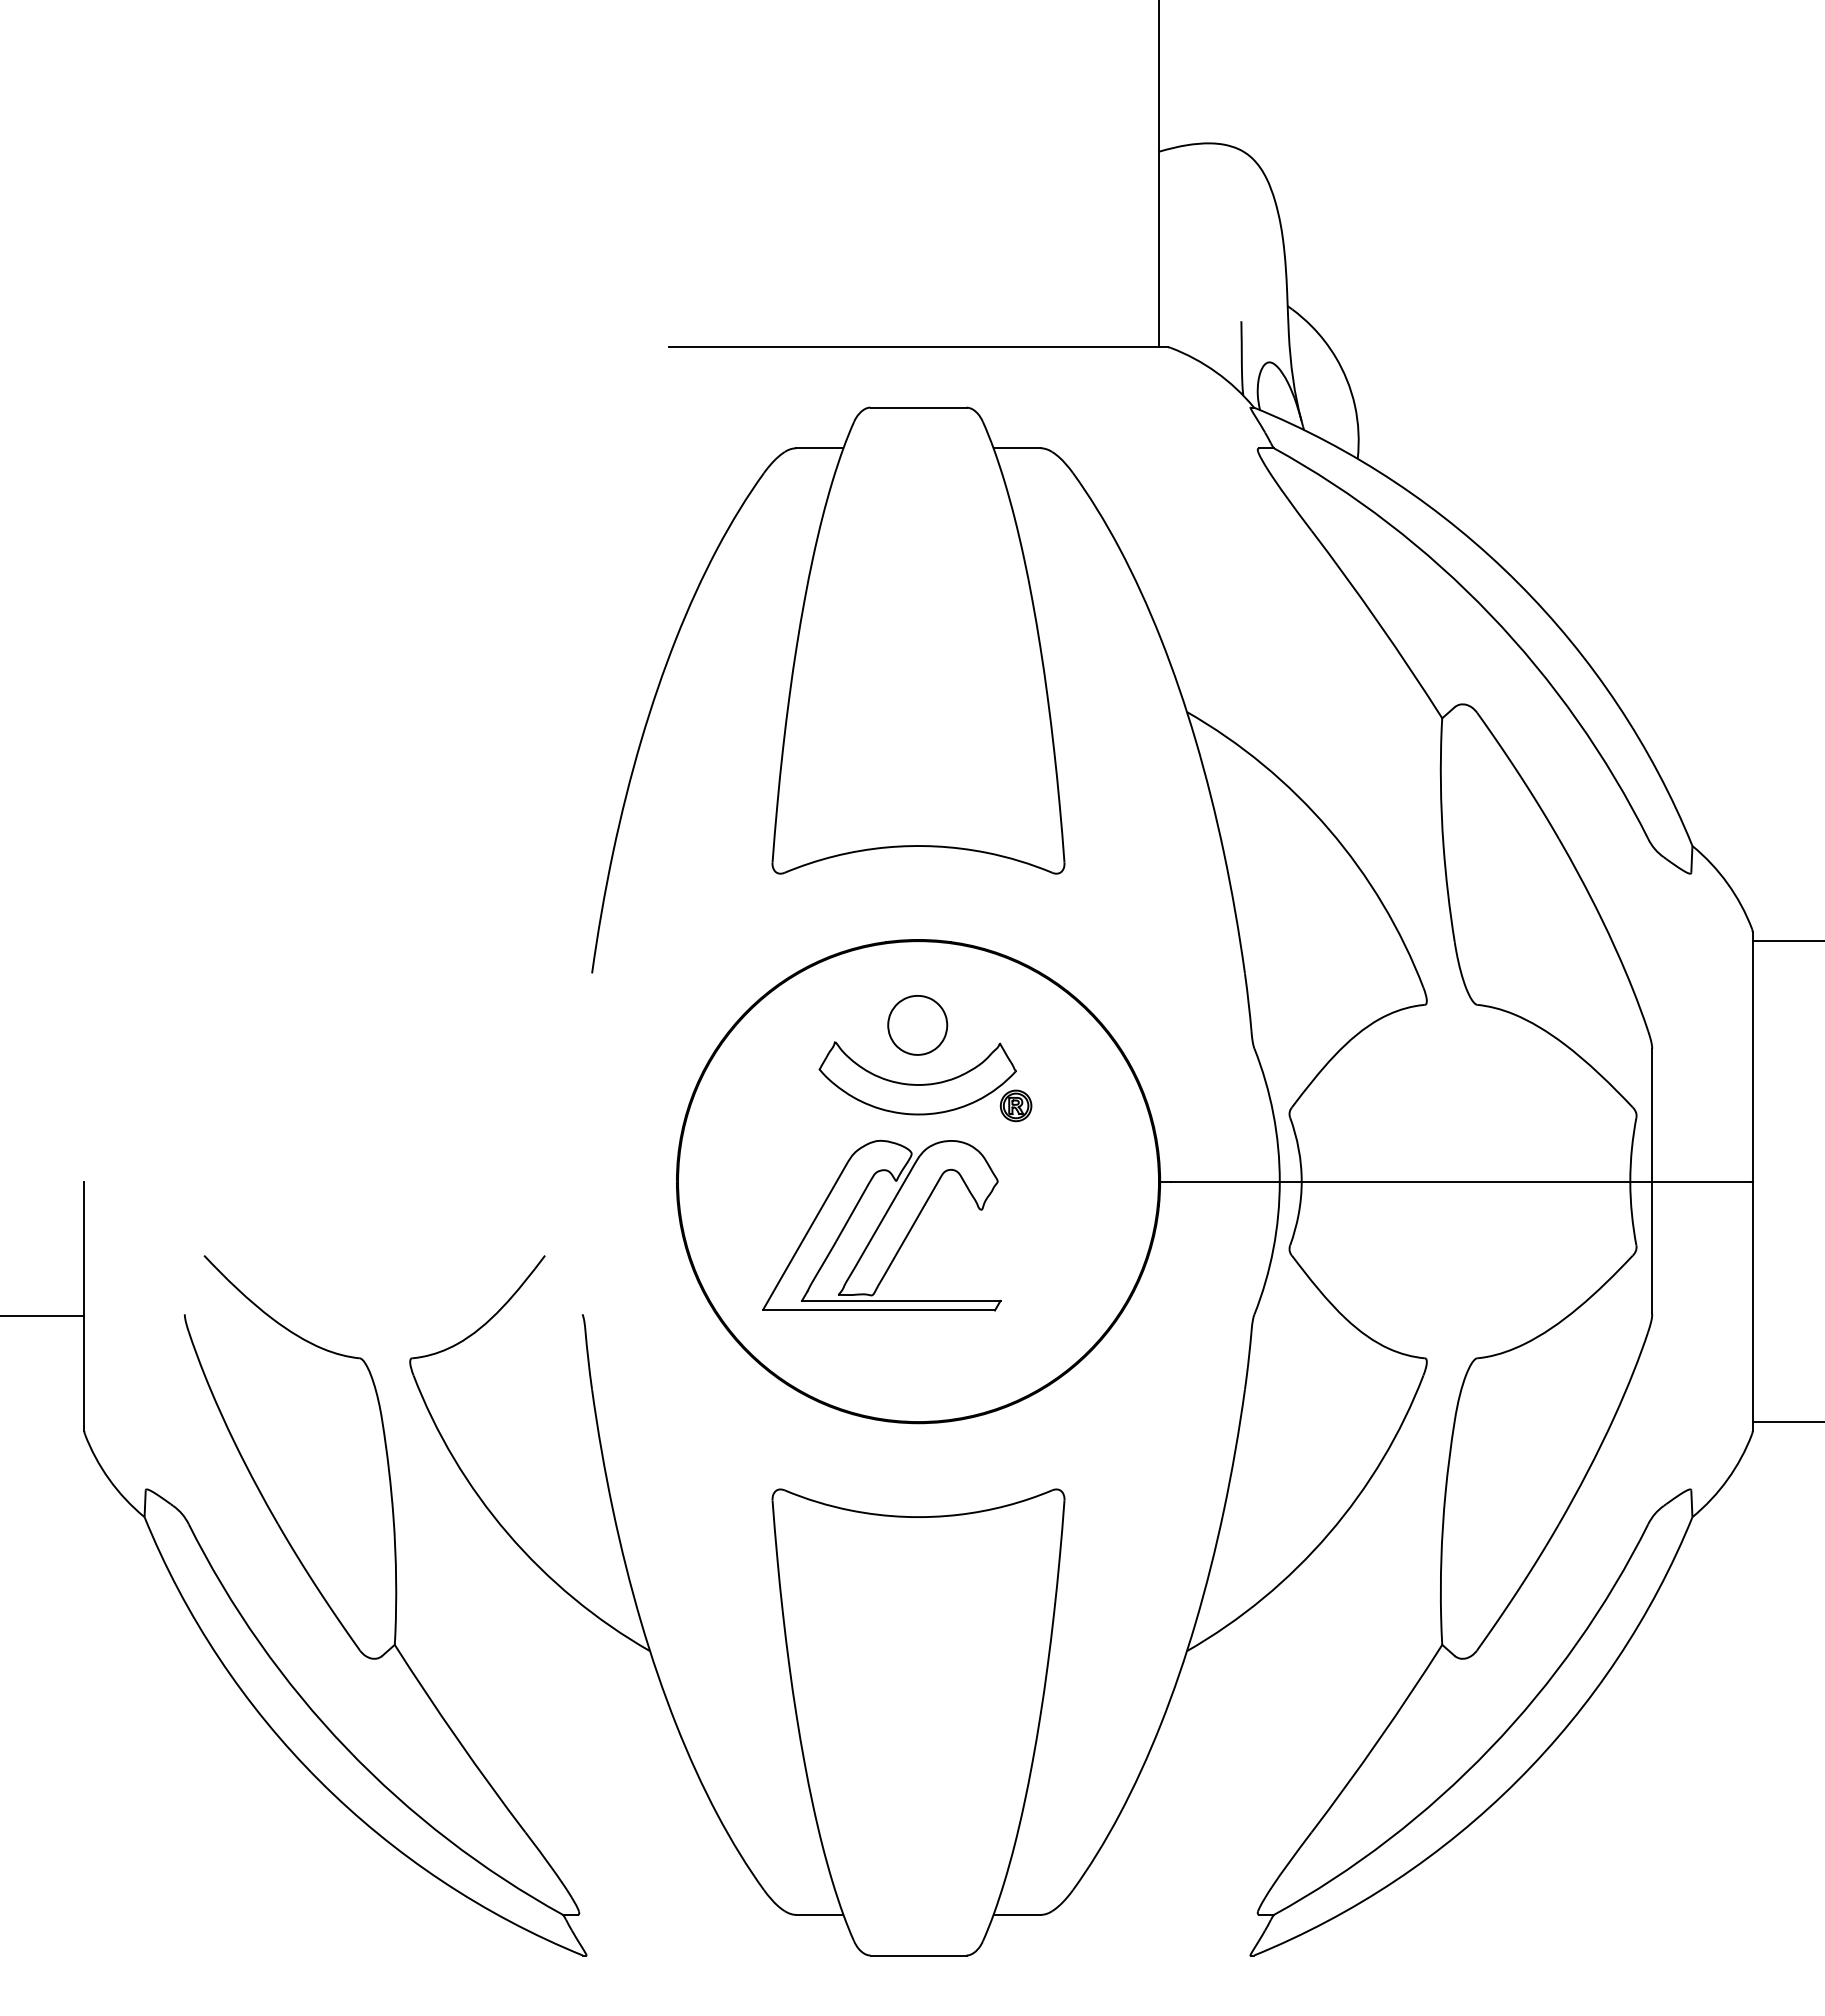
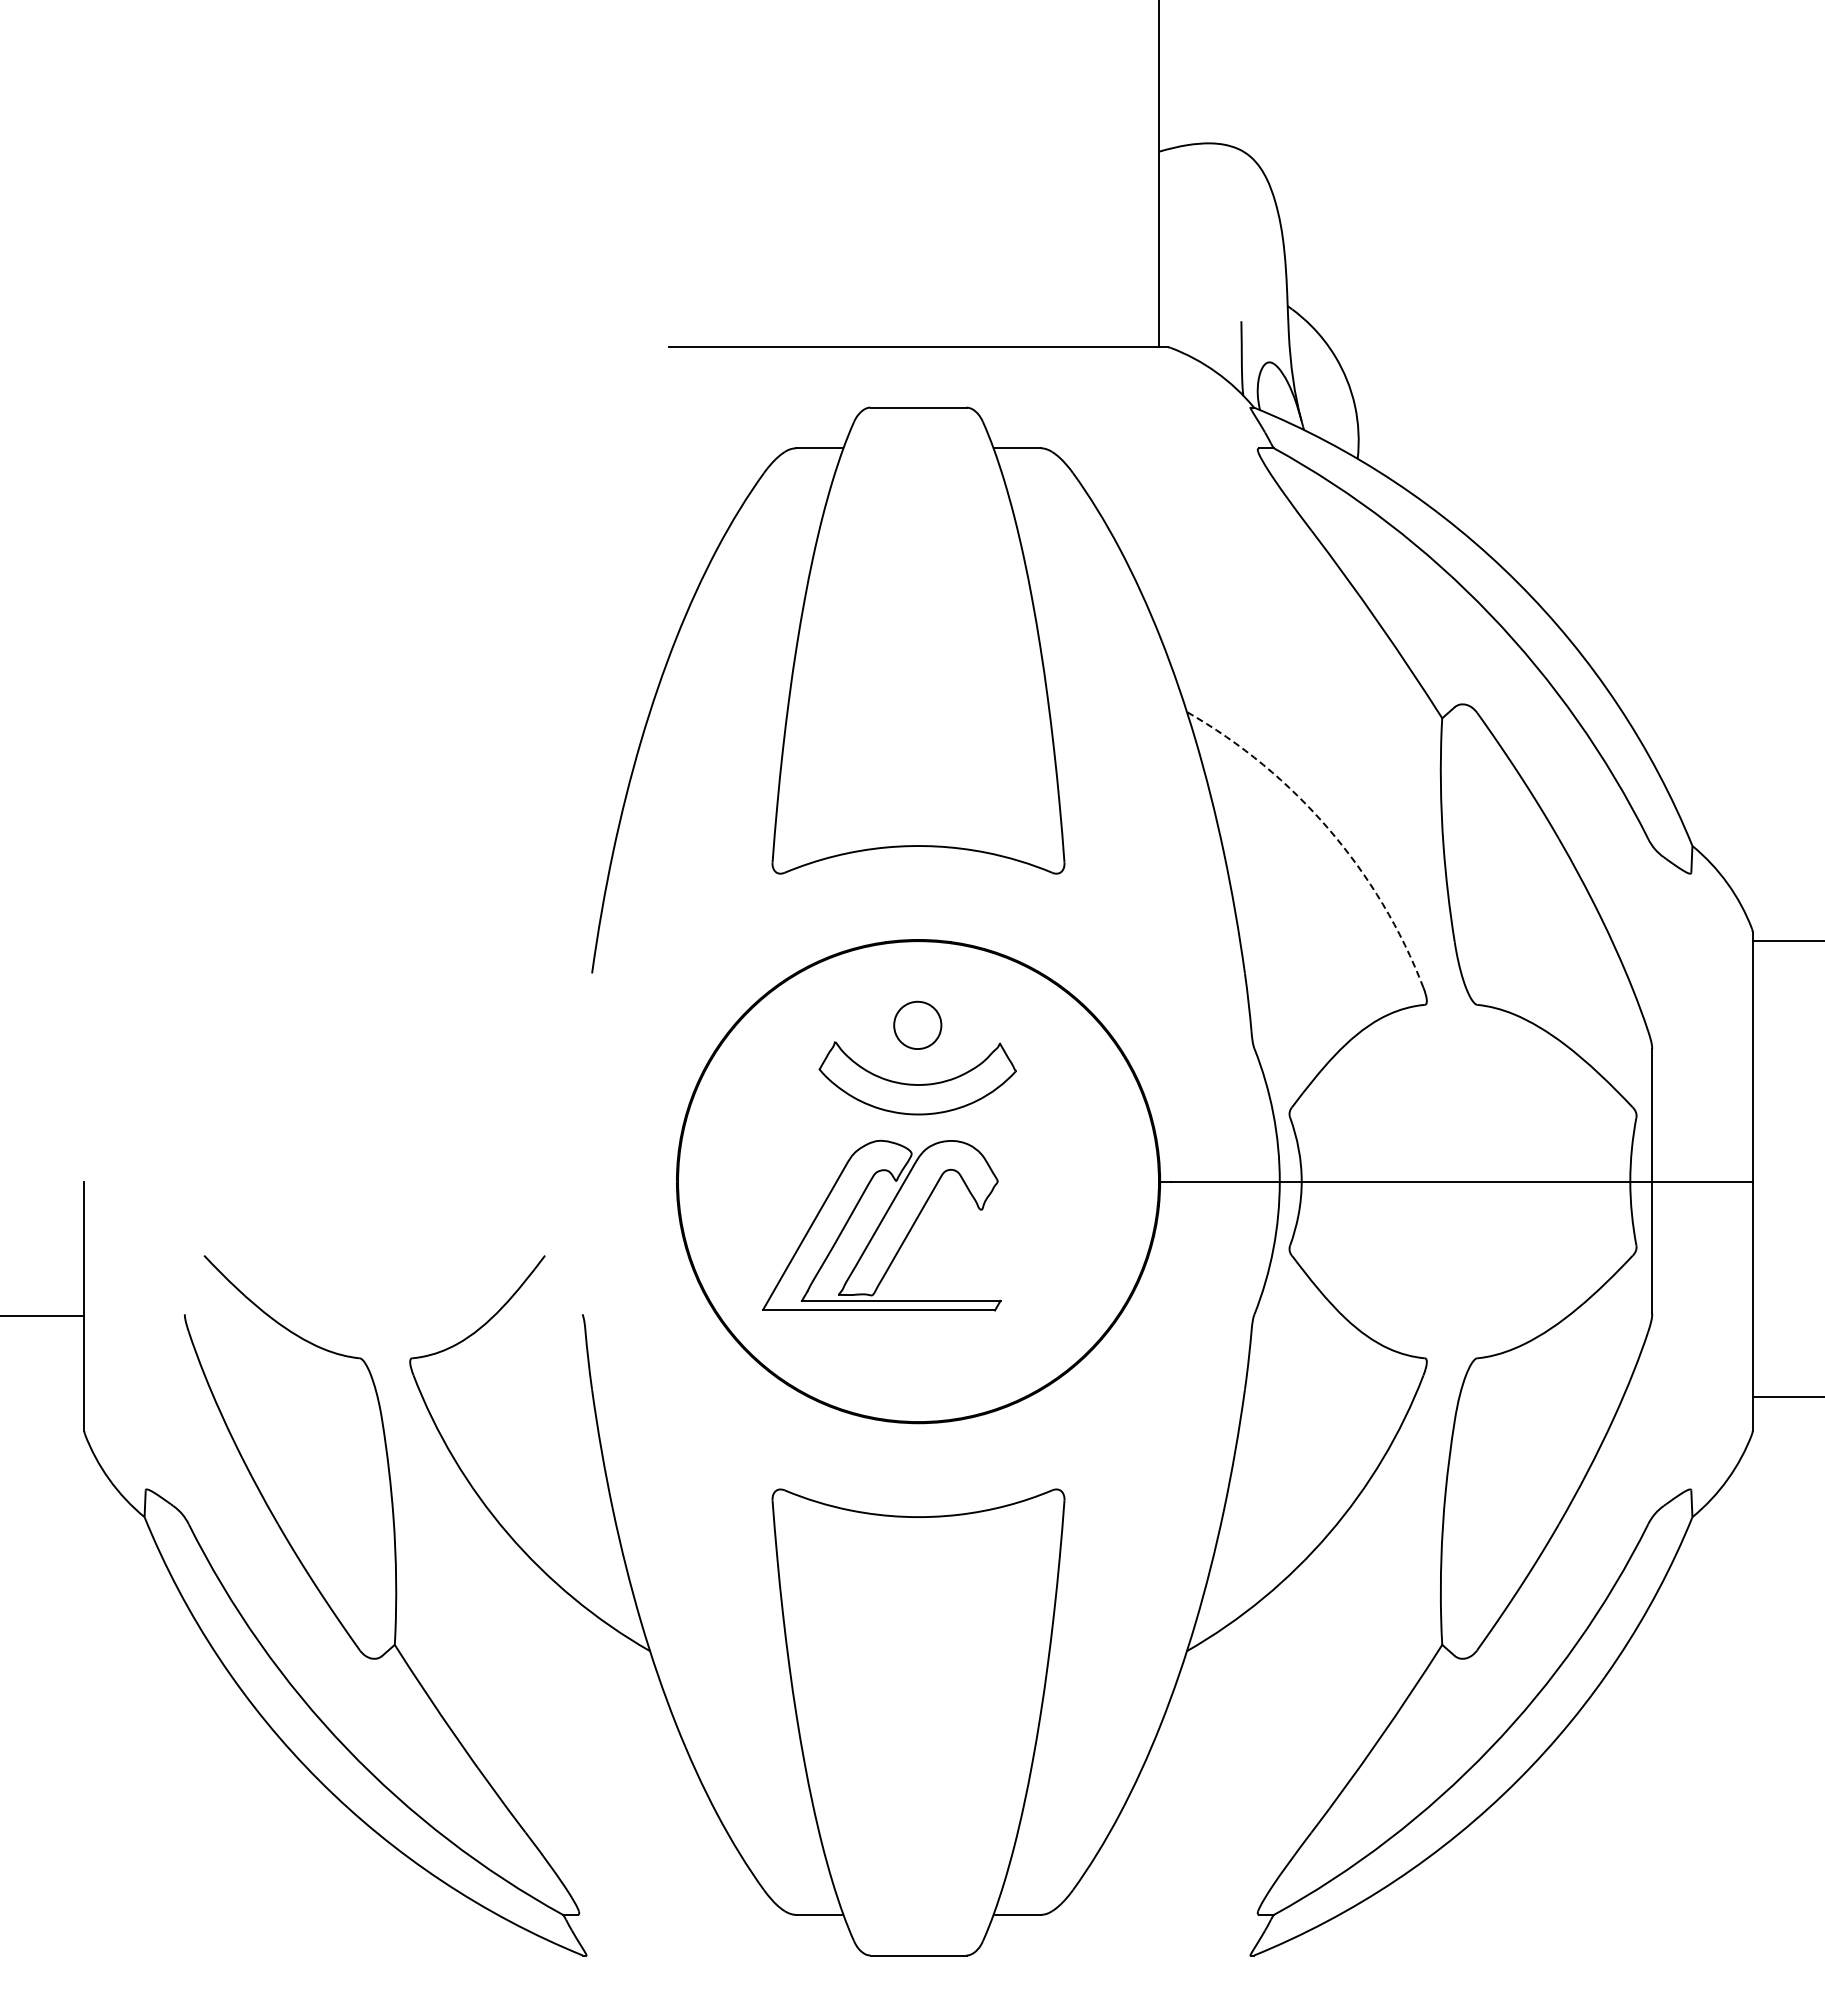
arc at (1329, 829): solid -> dashed
part at (917, 1025) size: 62x61 px -> 50x50 px
part at (1015, 1105): present -> none
line at (1786, 1422) position: (1786, 1422) -> (1786, 1397)
